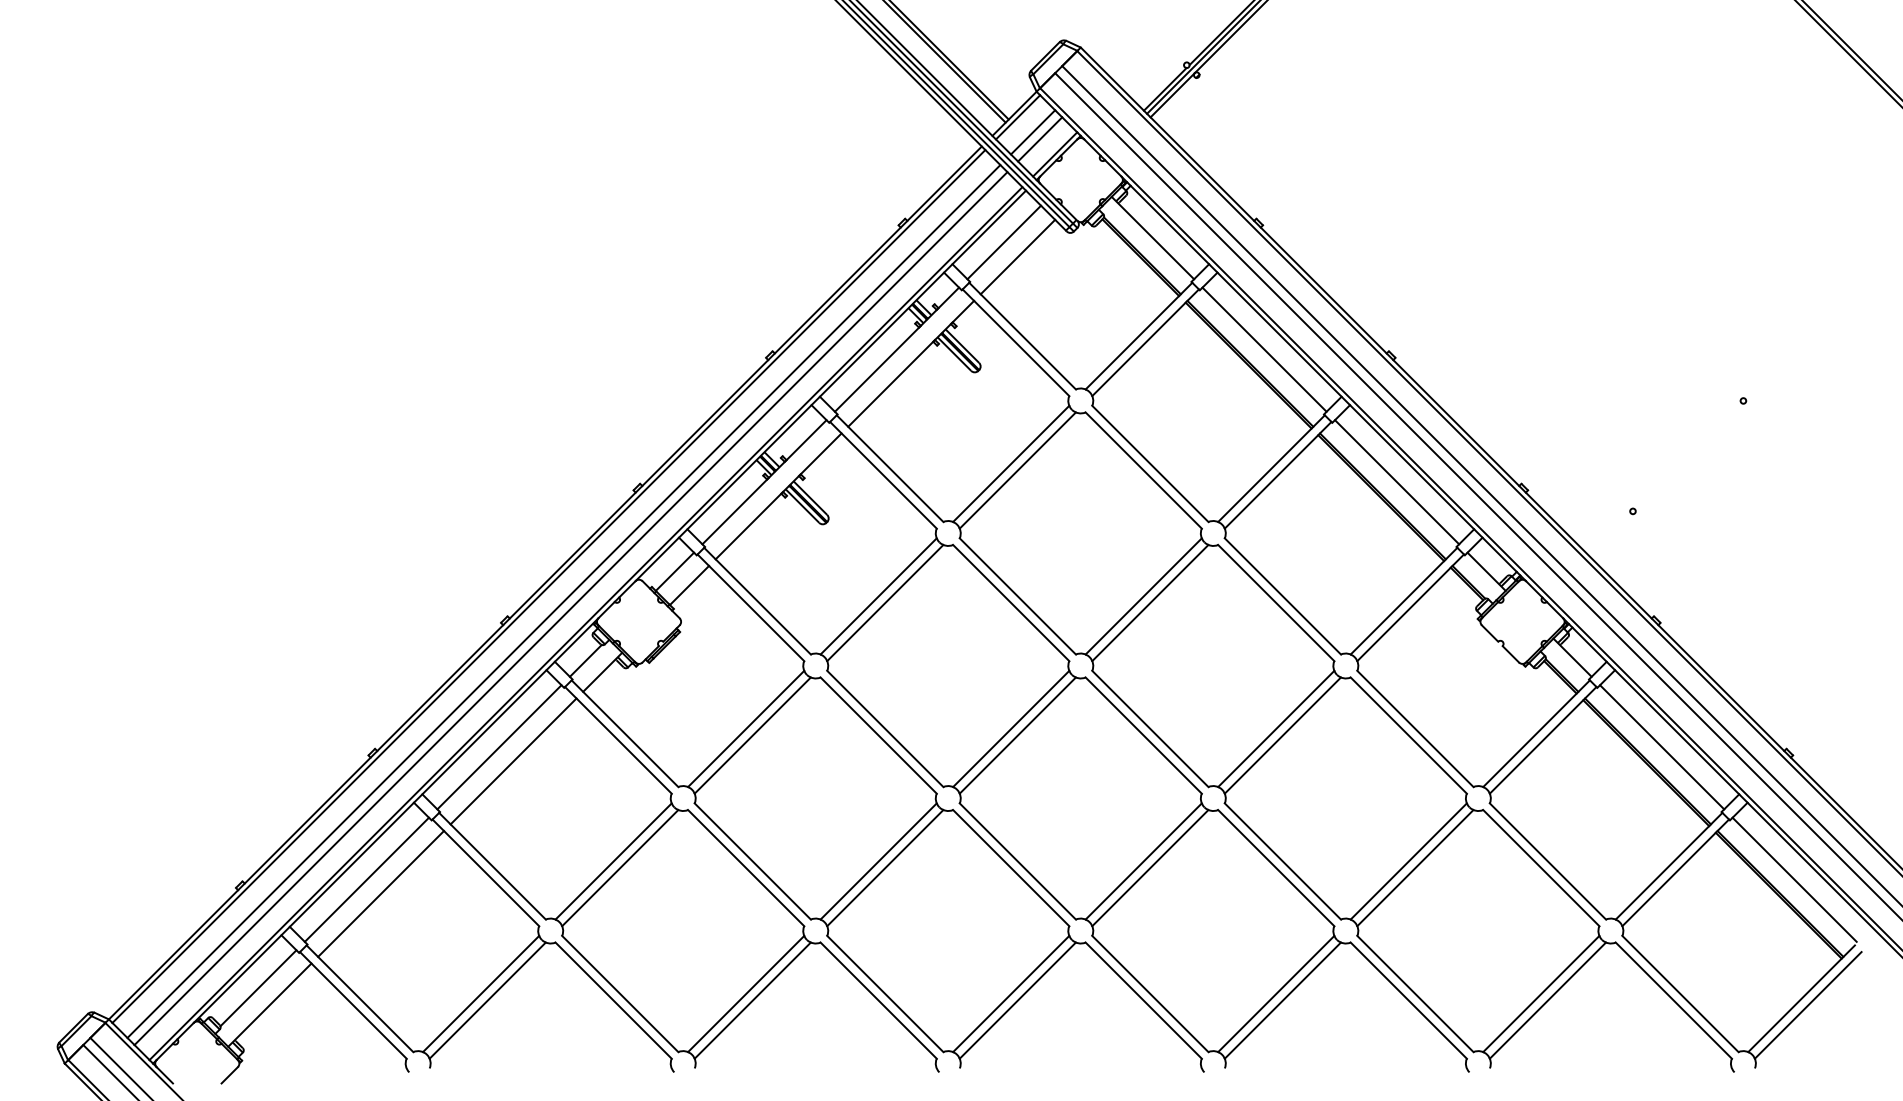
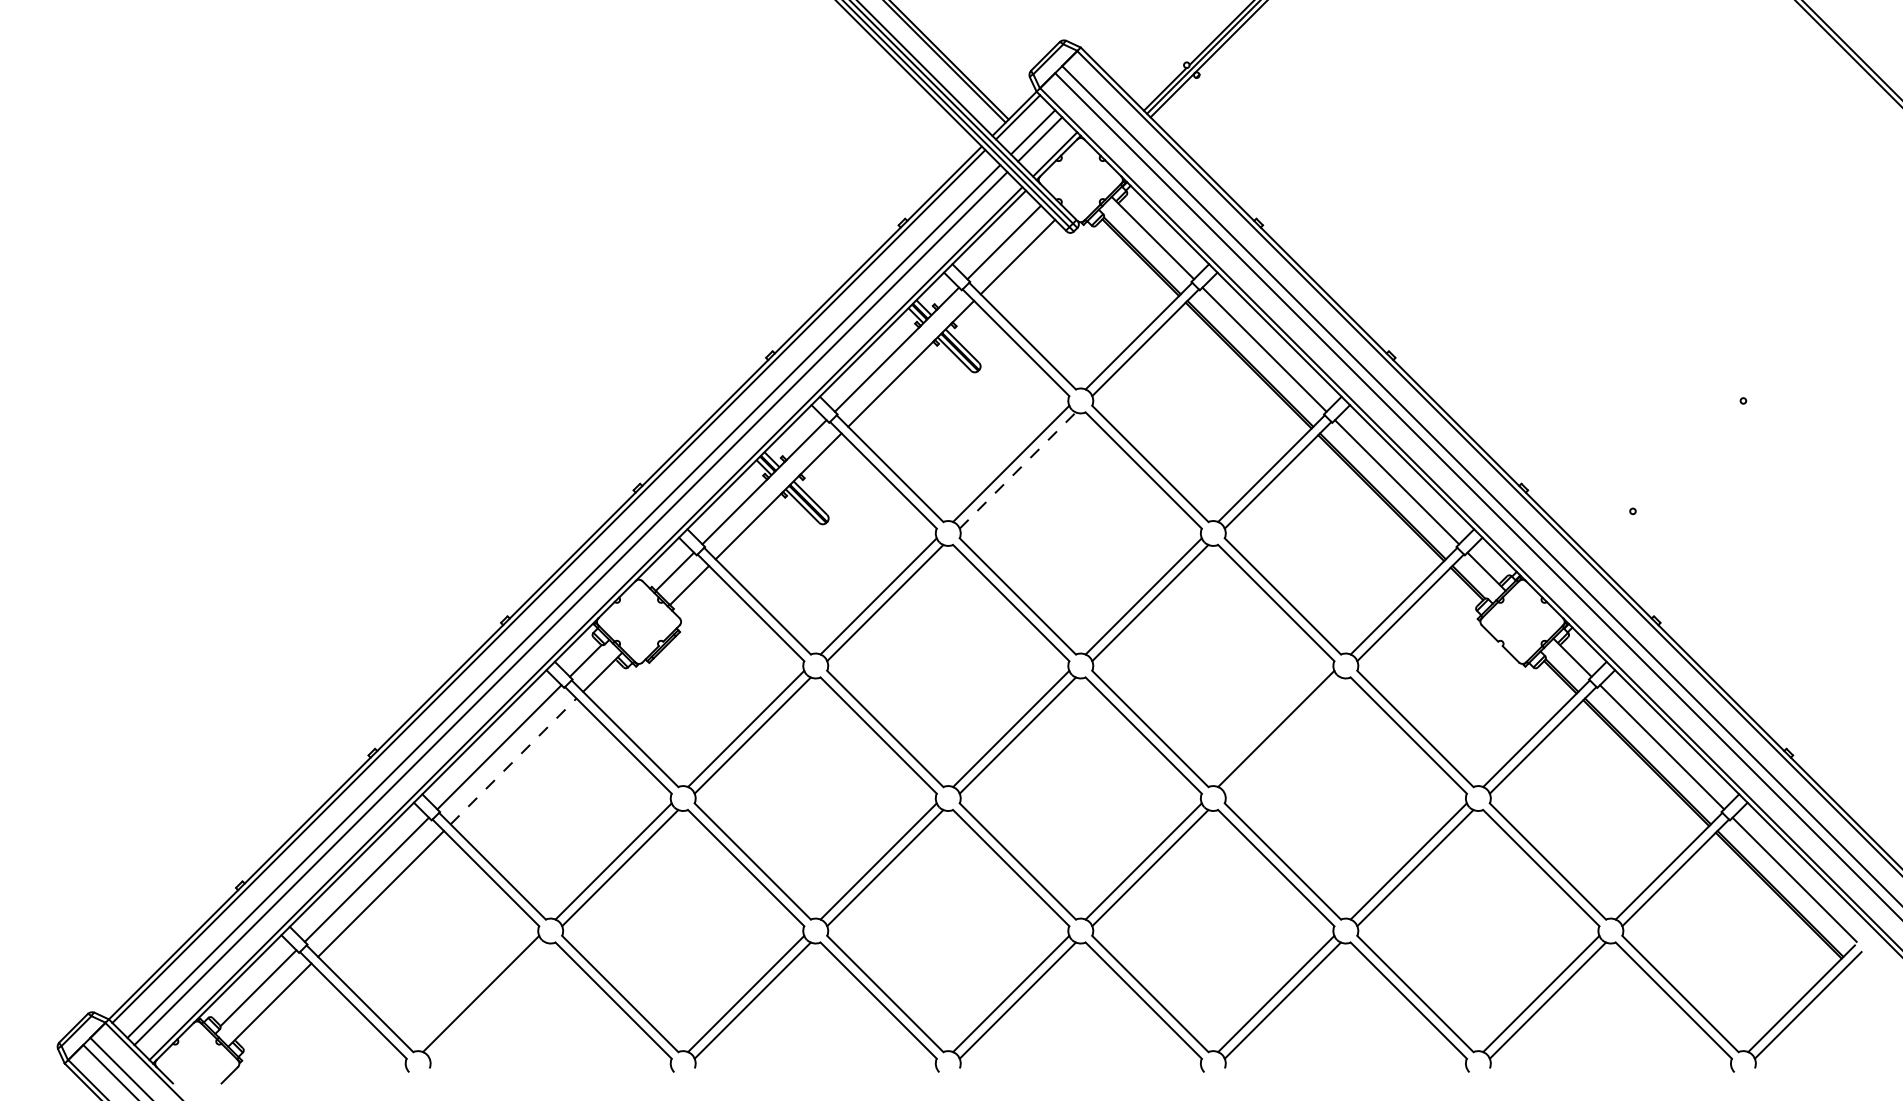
line at (1018, 470): solid -> dashed
line at (1282, 735): present -> none
line at (513, 761): solid -> dashed
line at (487, 1000): present -> none
